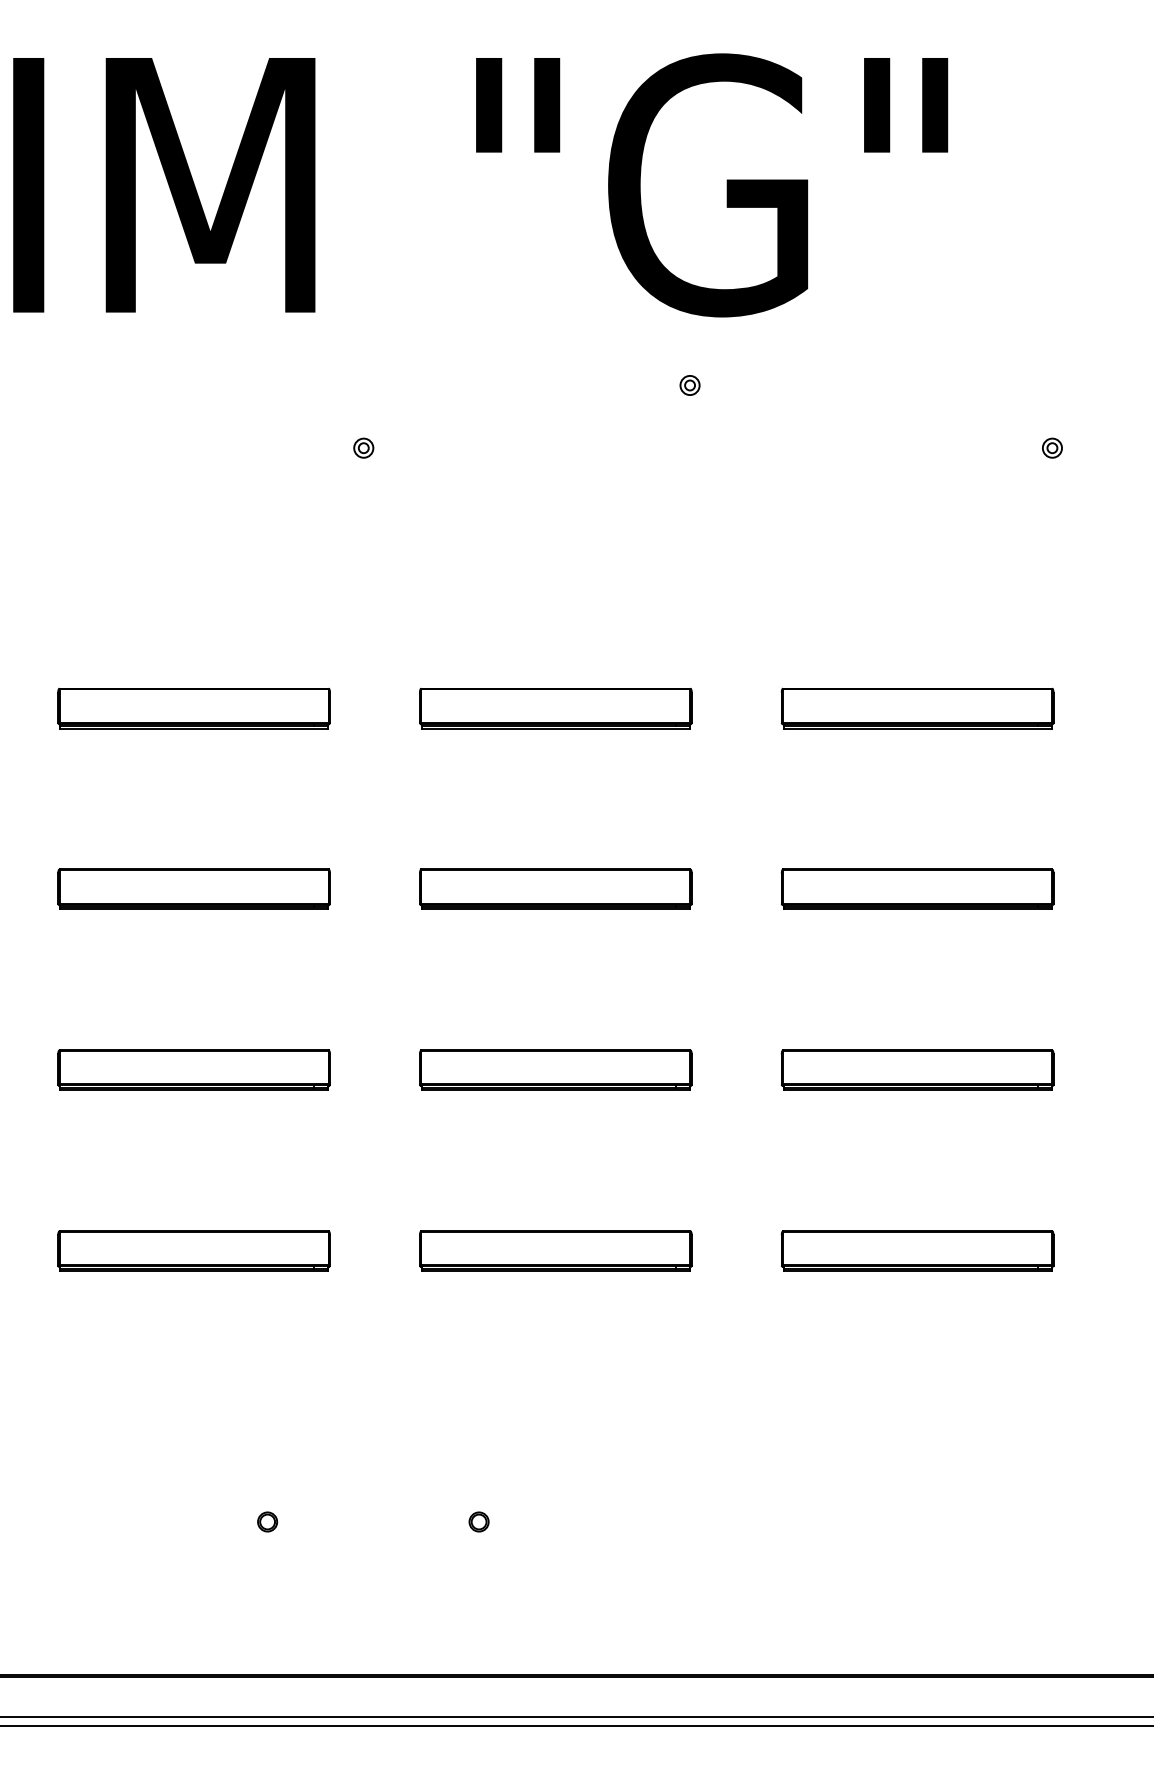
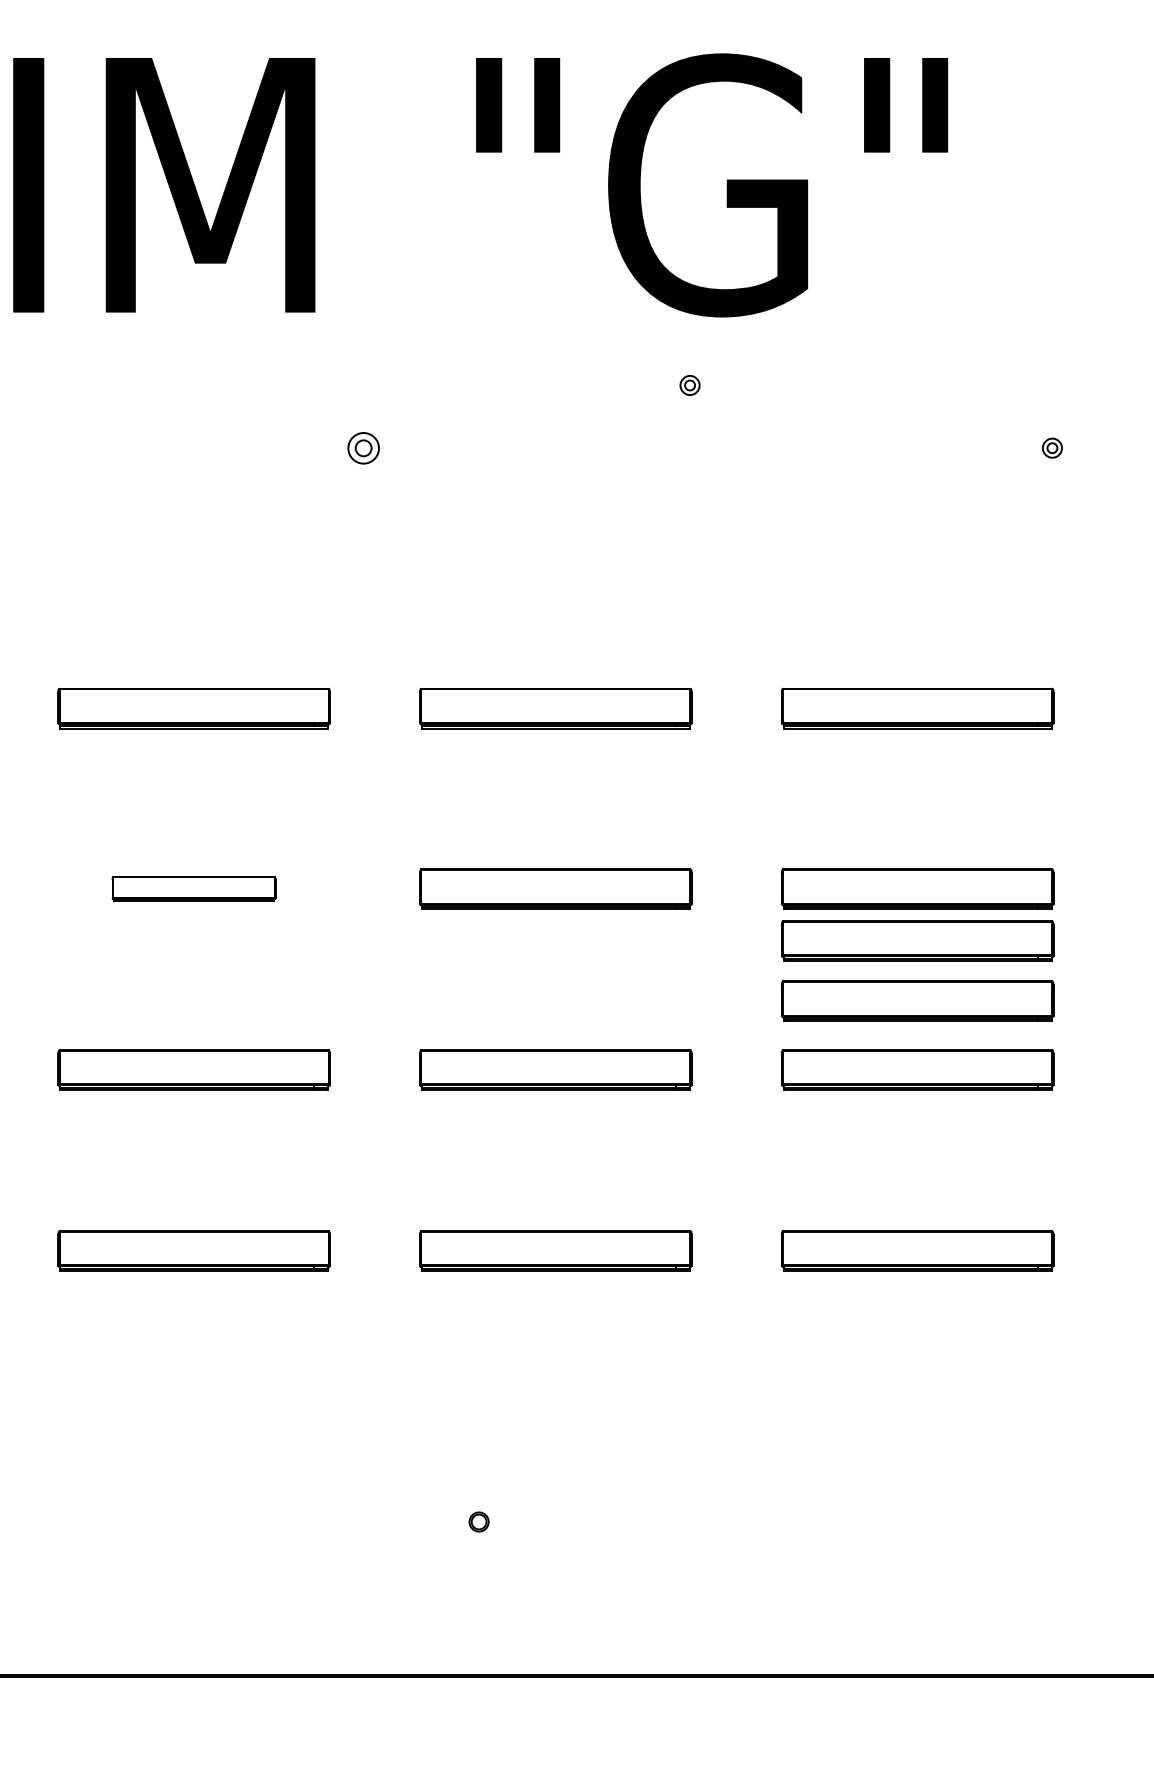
part at (363, 447) size: 22x22 px -> 33x33 px
part at (193, 888) size: 274x42 px -> 166x26 px
part at (917, 940): none -> present
part at (917, 1000): none -> present
part at (267, 1521): present -> none
line at (576, 1717): present -> none
line at (576, 1725): present -> none
